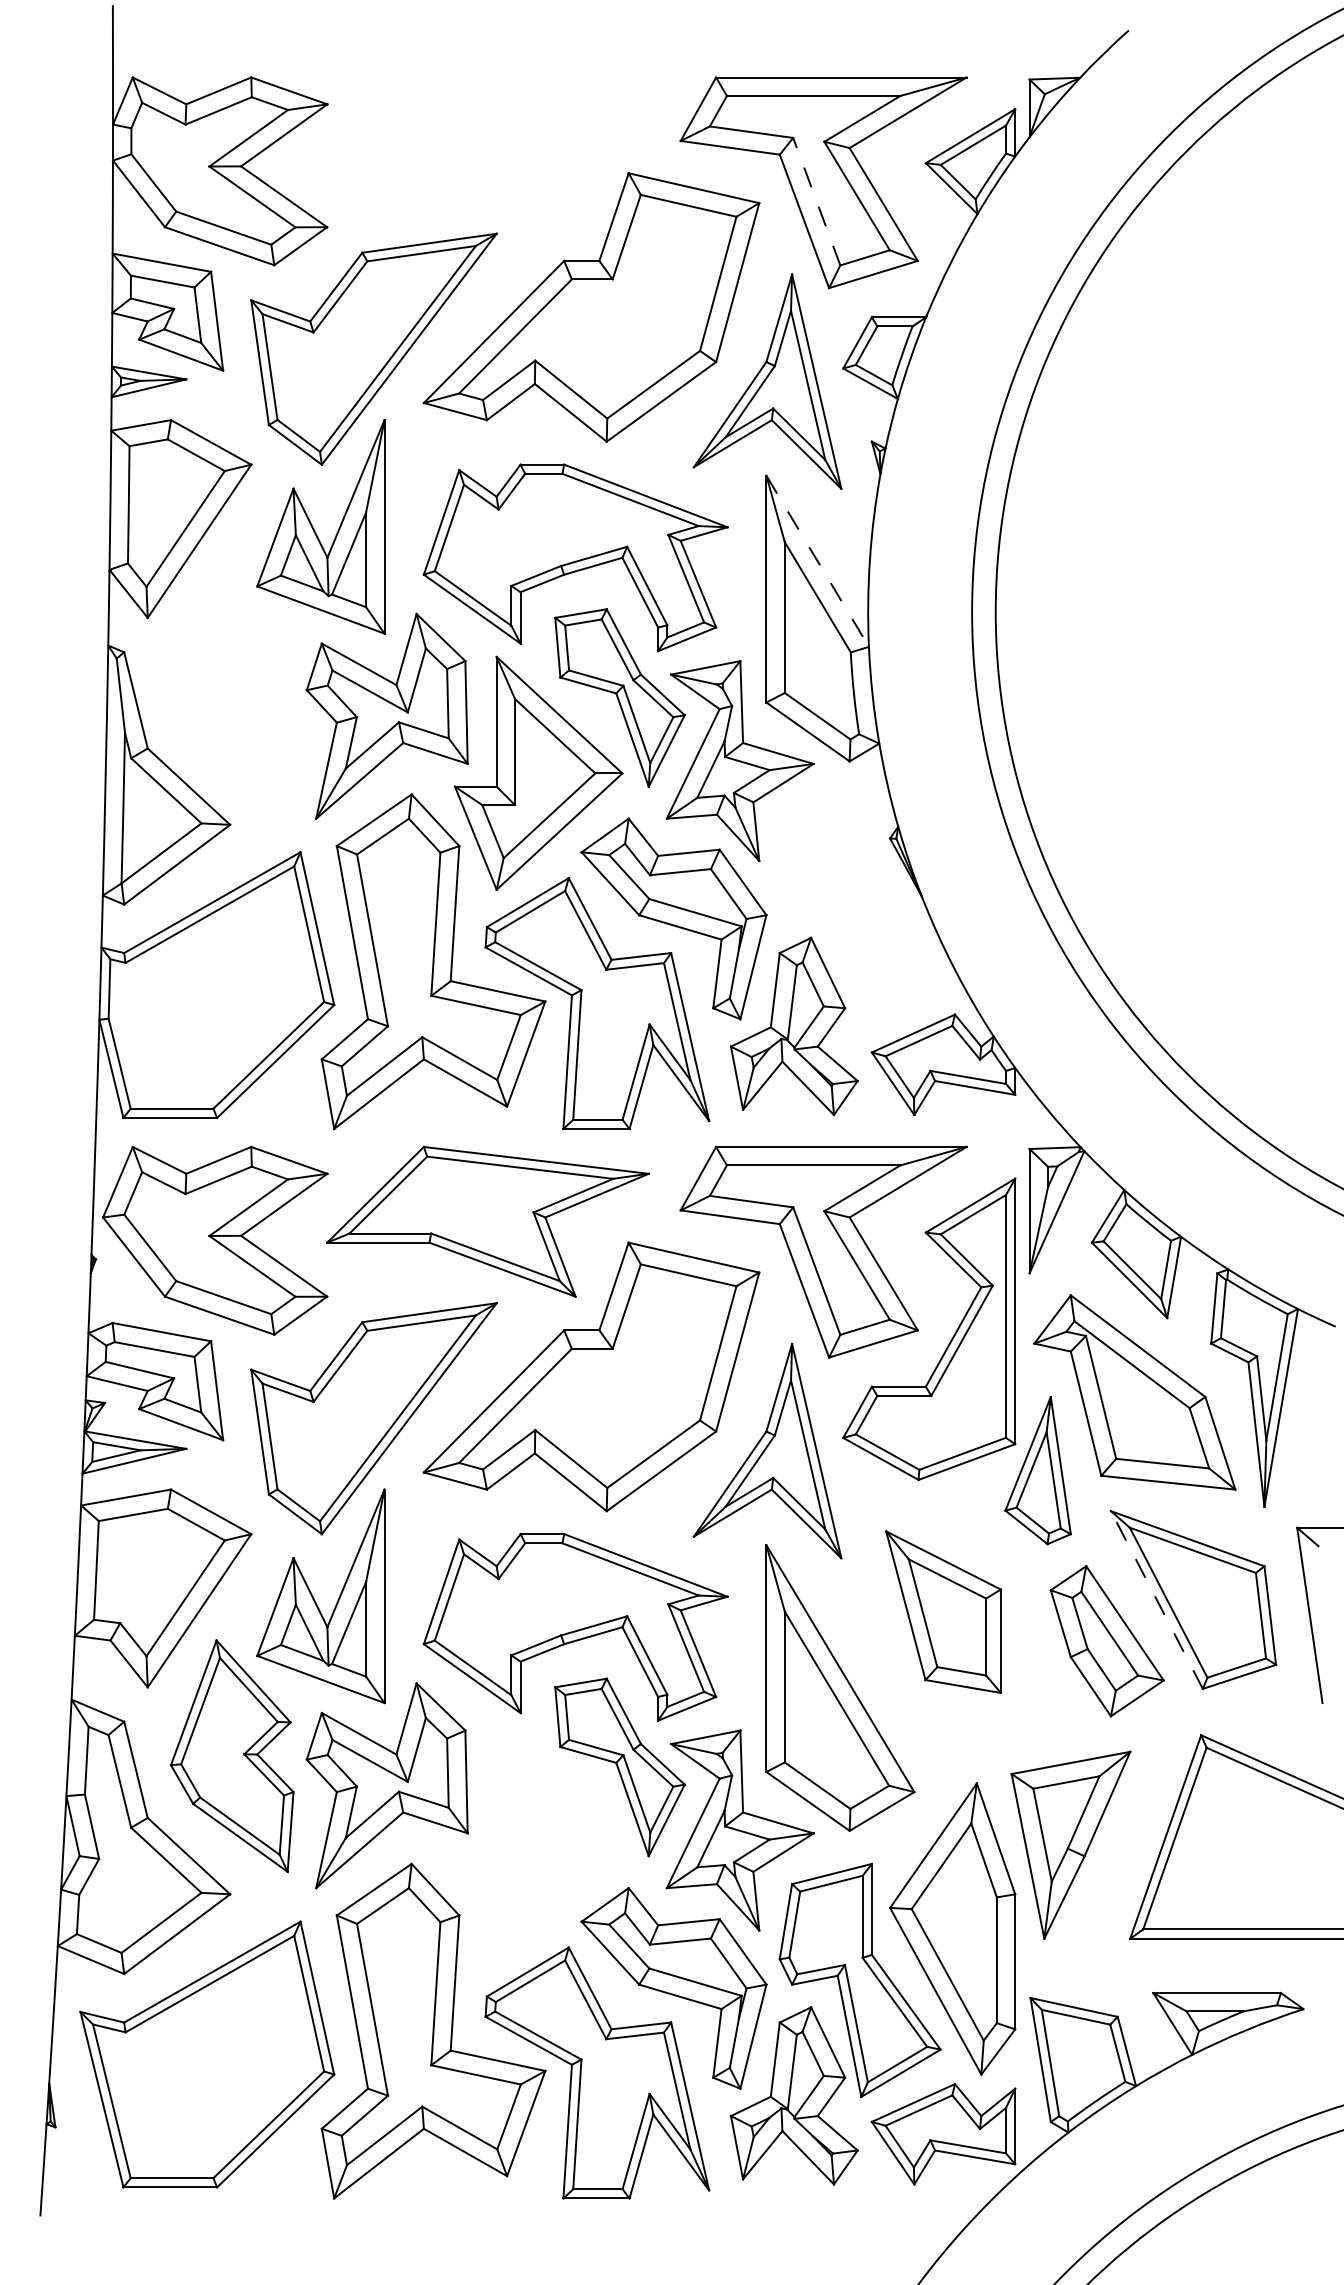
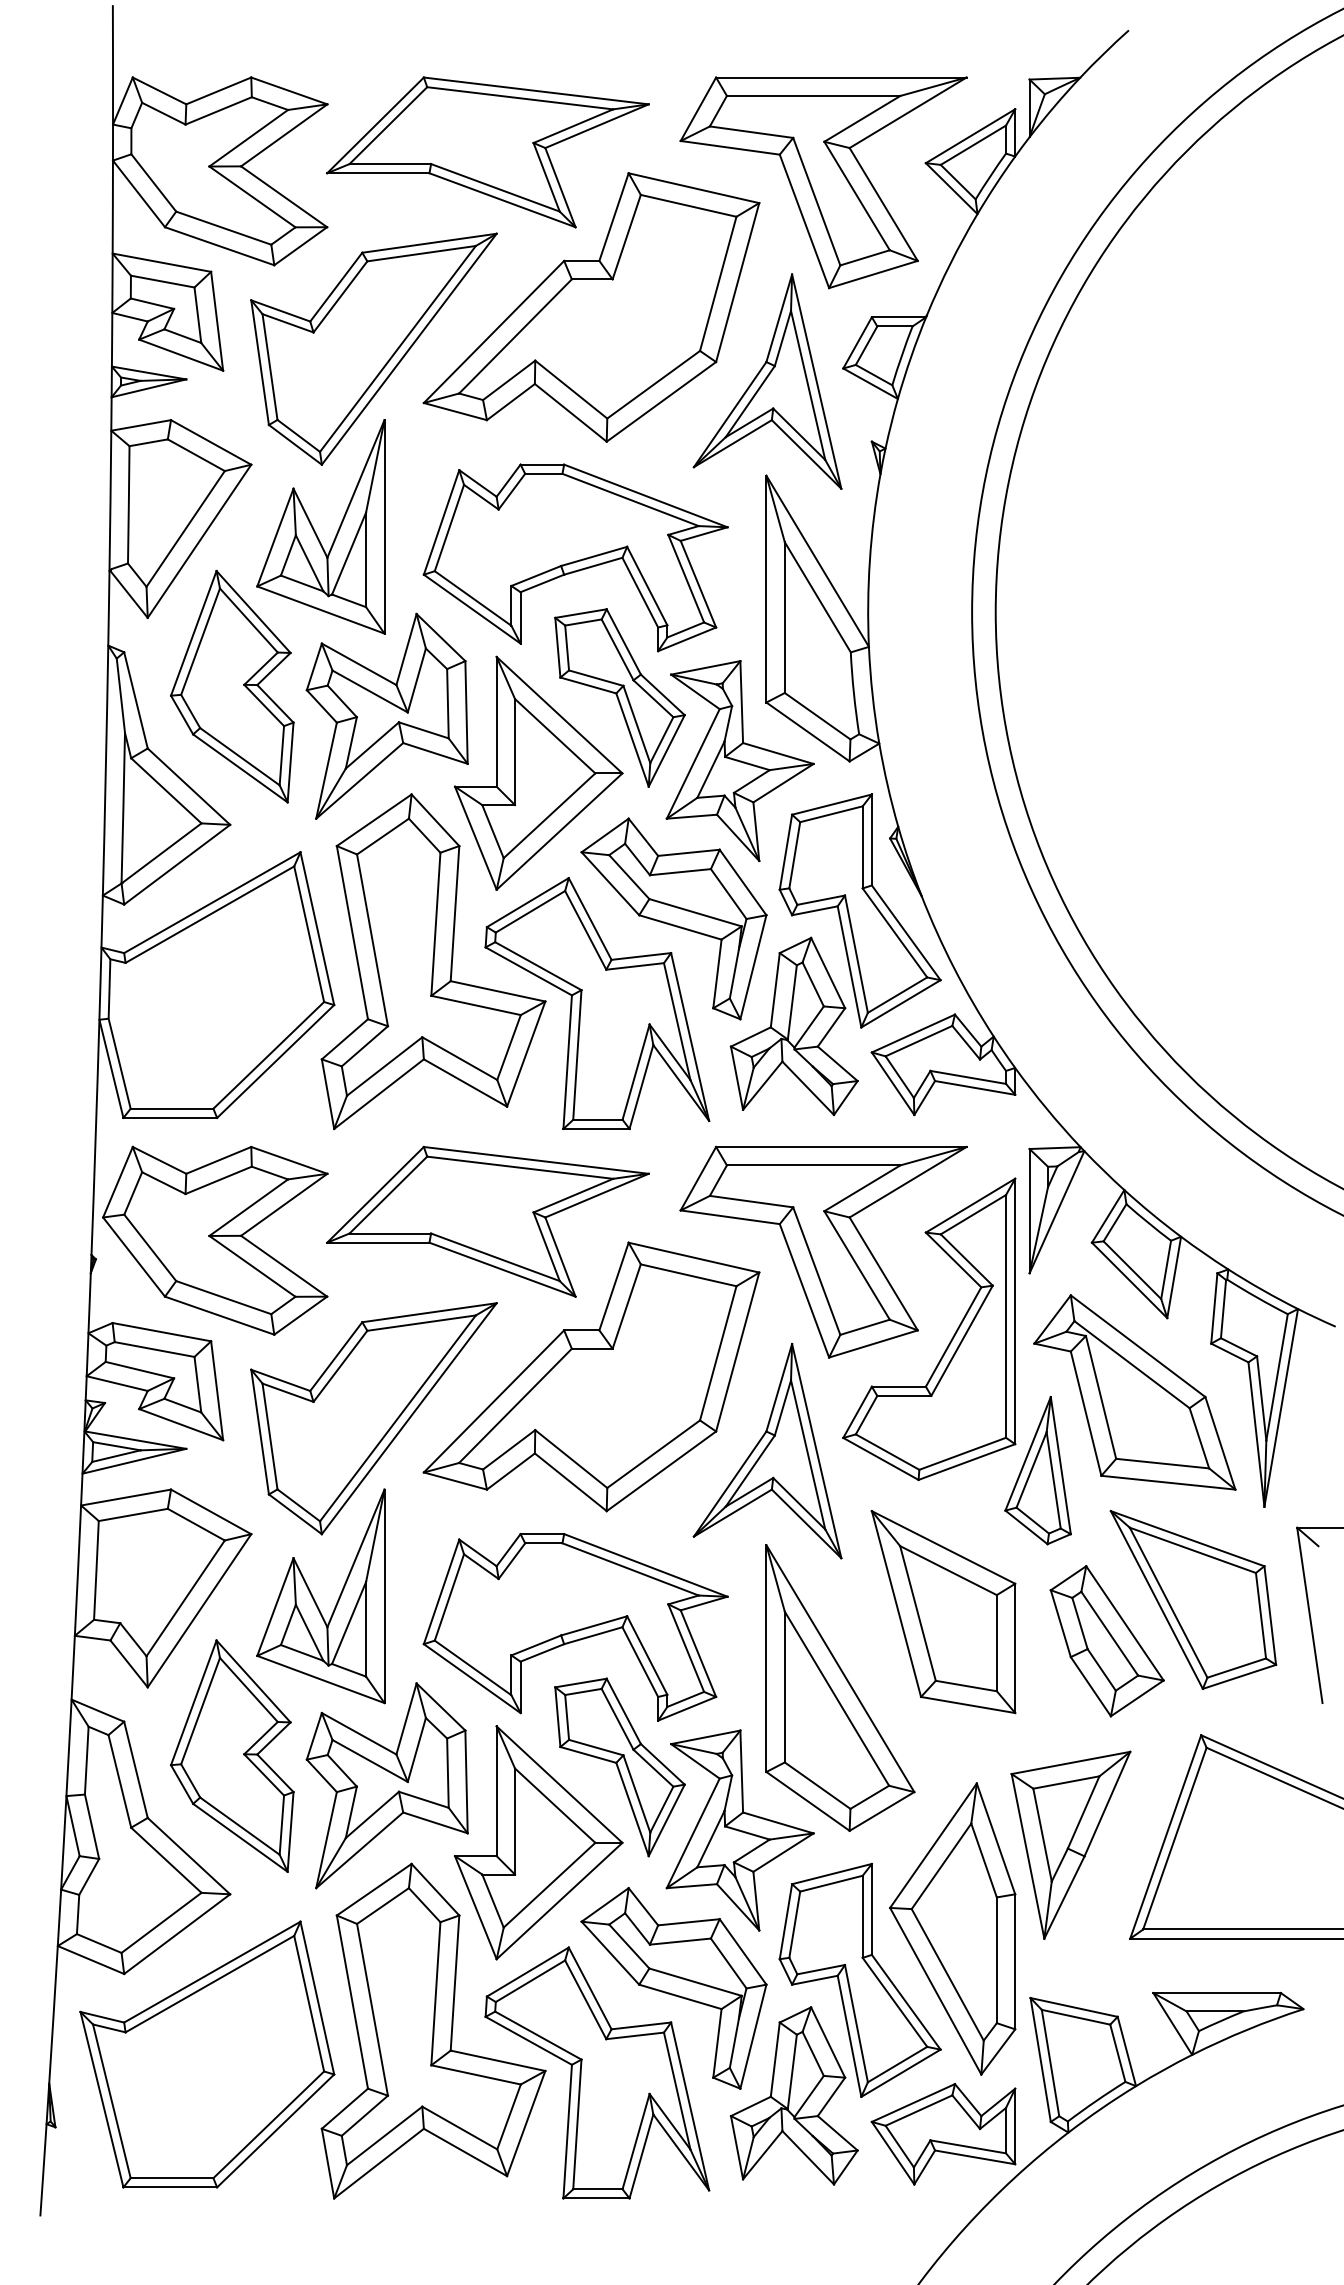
part at (487, 152): none -> present
line at (816, 201): dashed -> solid
line at (817, 561): dashed -> solid
part at (232, 686): none -> present
part at (859, 910): none -> present
line at (1156, 1599): dashed -> solid
part at (943, 1611) size: 117x164 px -> 147x205 px
part at (538, 1842): none -> present
